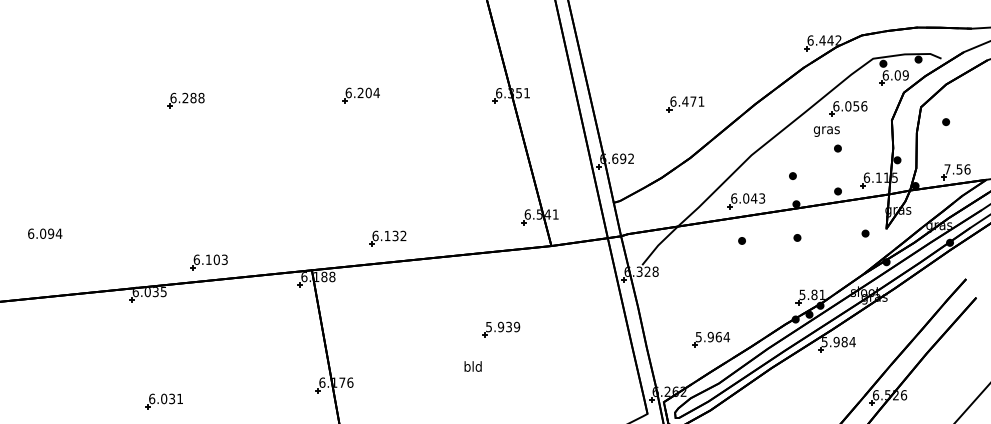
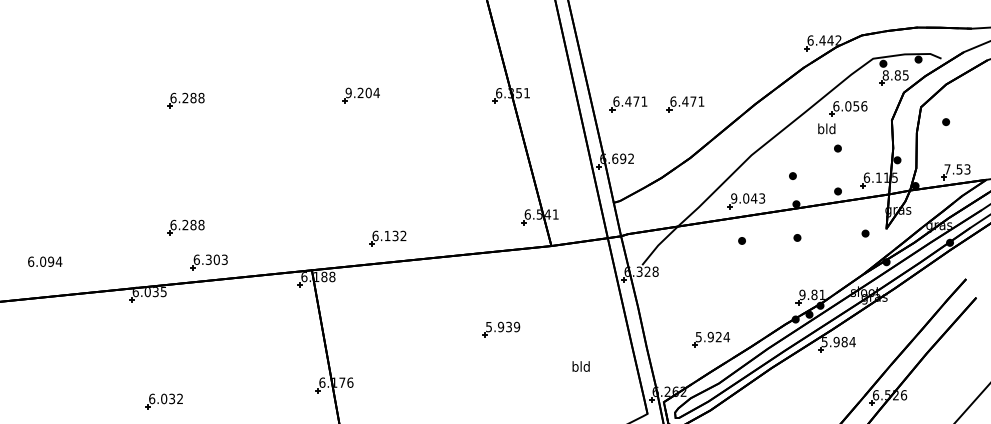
text at (895, 75): 6.09 -> 8.85
text at (348, 92): 6.204 -> 9.204
part at (628, 104): none -> present
text at (826, 129): gras -> bld
text at (967, 169): 7.56 -> 7.53
text at (734, 198): 6.043 -> 9.043
part at (185, 227): none -> present
text at (45, 233) position: (45, 233) -> (45, 261)
text at (208, 259): 6.103 -> 6.303
text at (802, 294): 5.81 -> 9.81
text at (718, 336): 5.964 -> 5.924
text at (472, 366) position: (472, 366) -> (580, 366)
text at (179, 398): 6.031 -> 6.032
